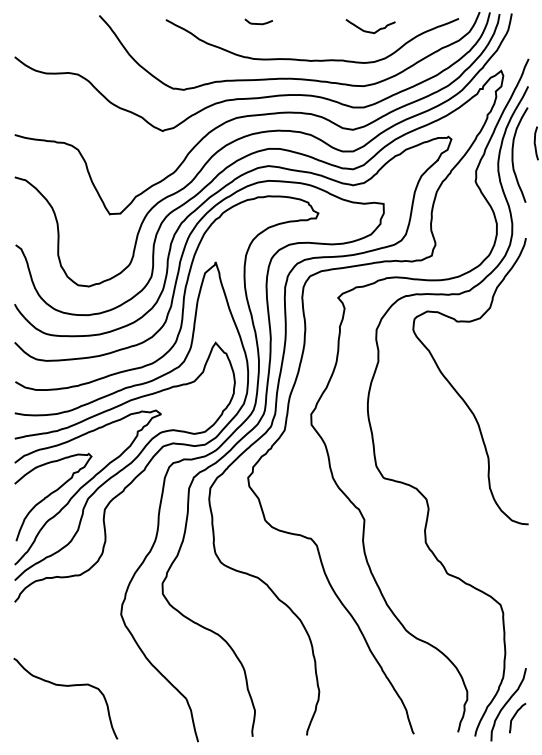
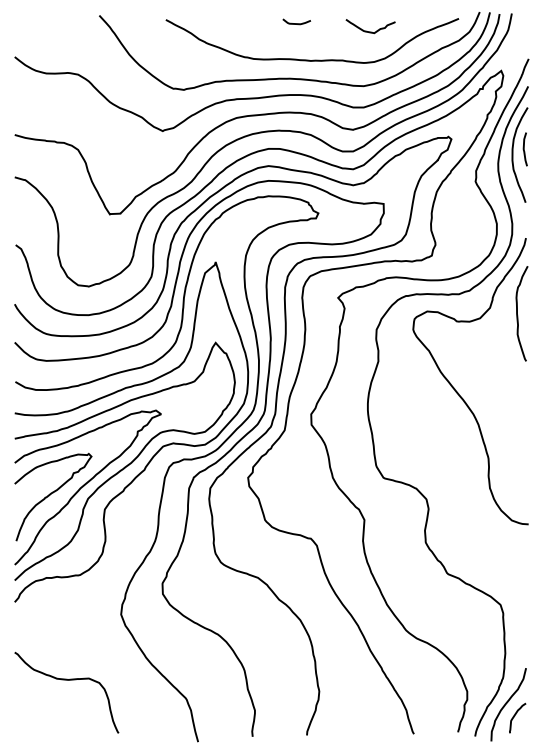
curve at (258, 23) position: (258, 23) -> (296, 23)
curve at (535, 143) position: (535, 143) -> (524, 149)
curve at (518, 315): none -> present
curve at (65, 686) position: (65, 686) -> (66, 680)
